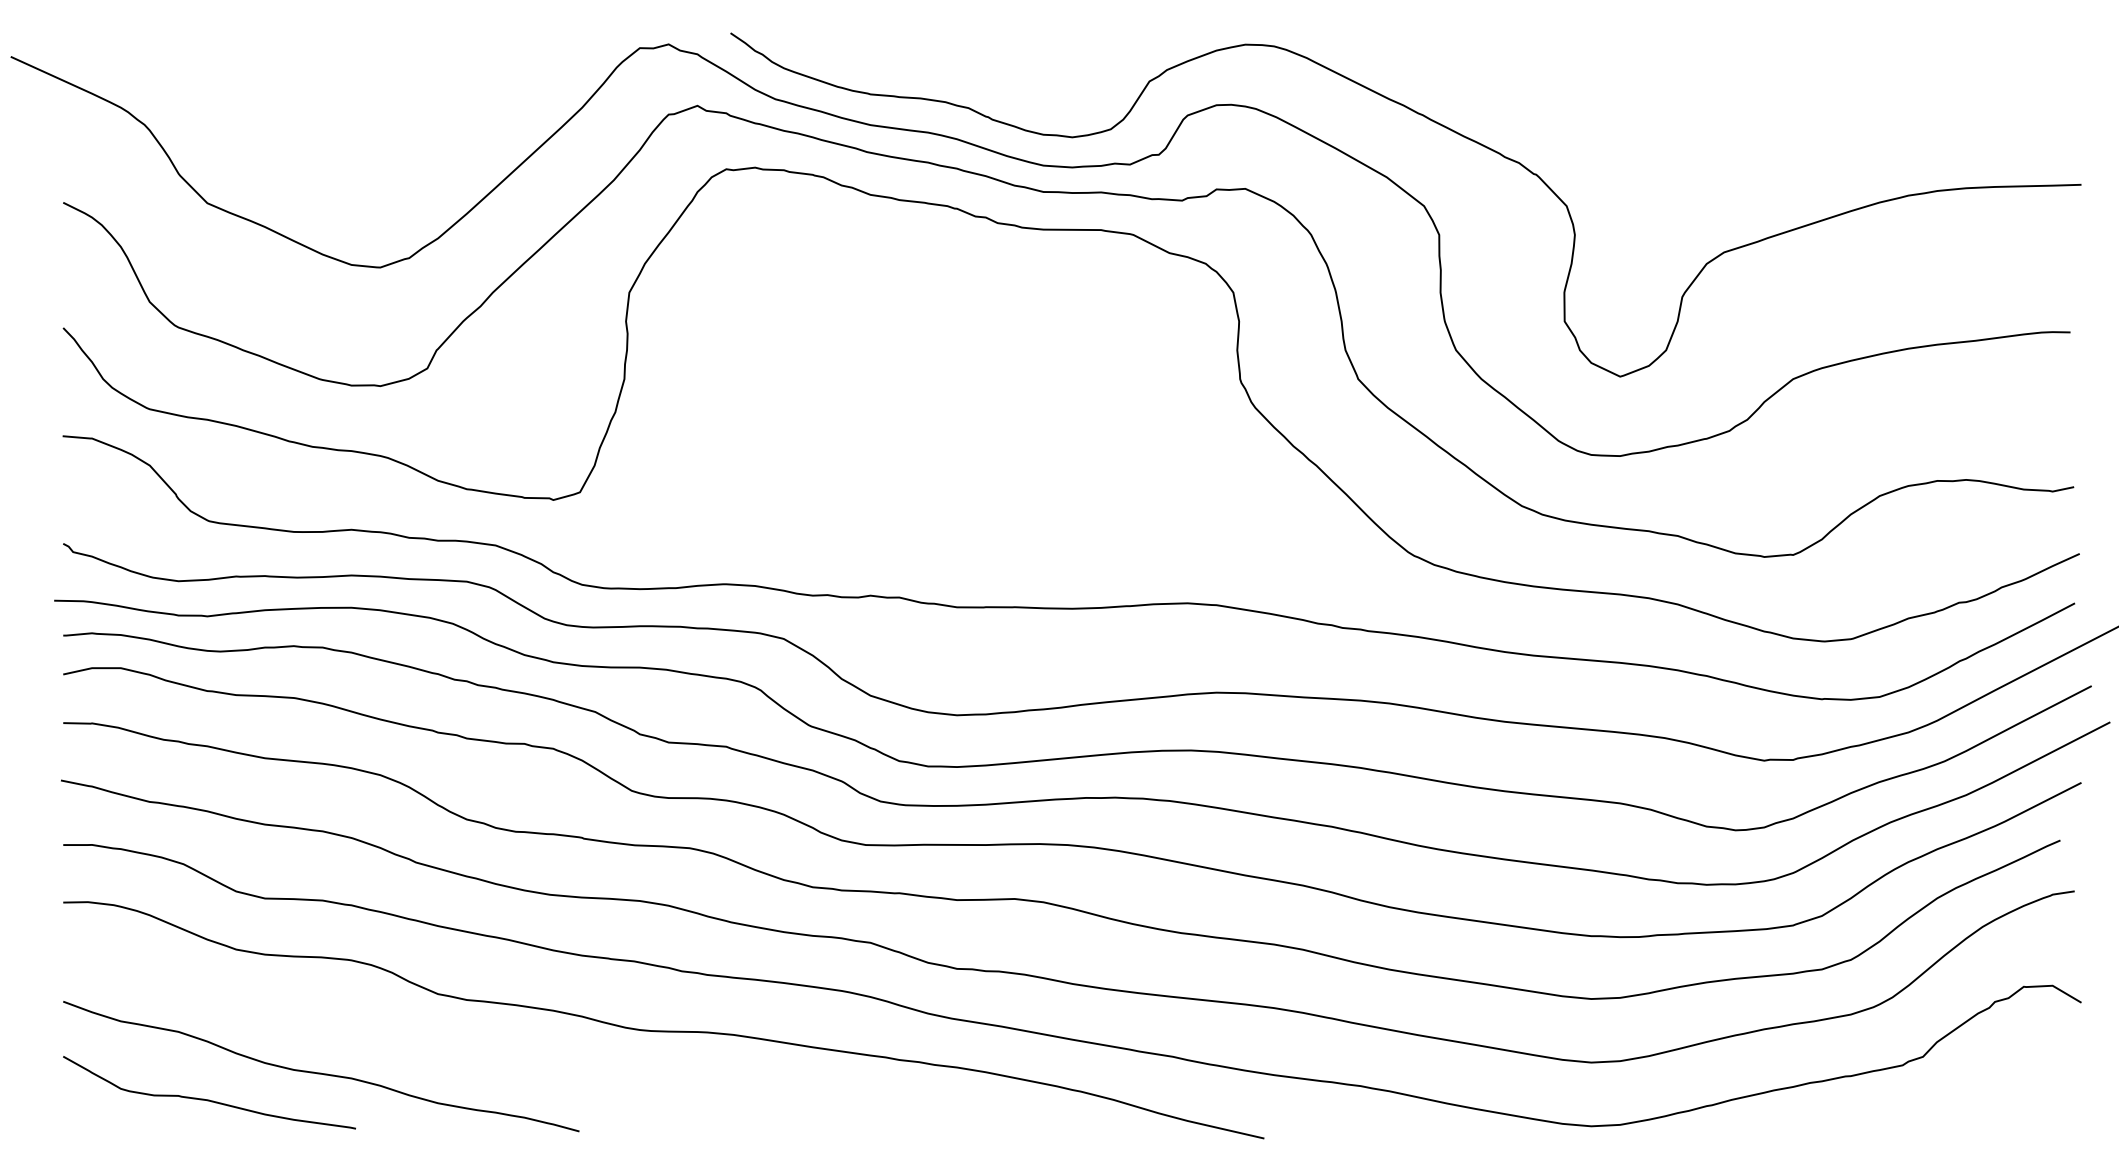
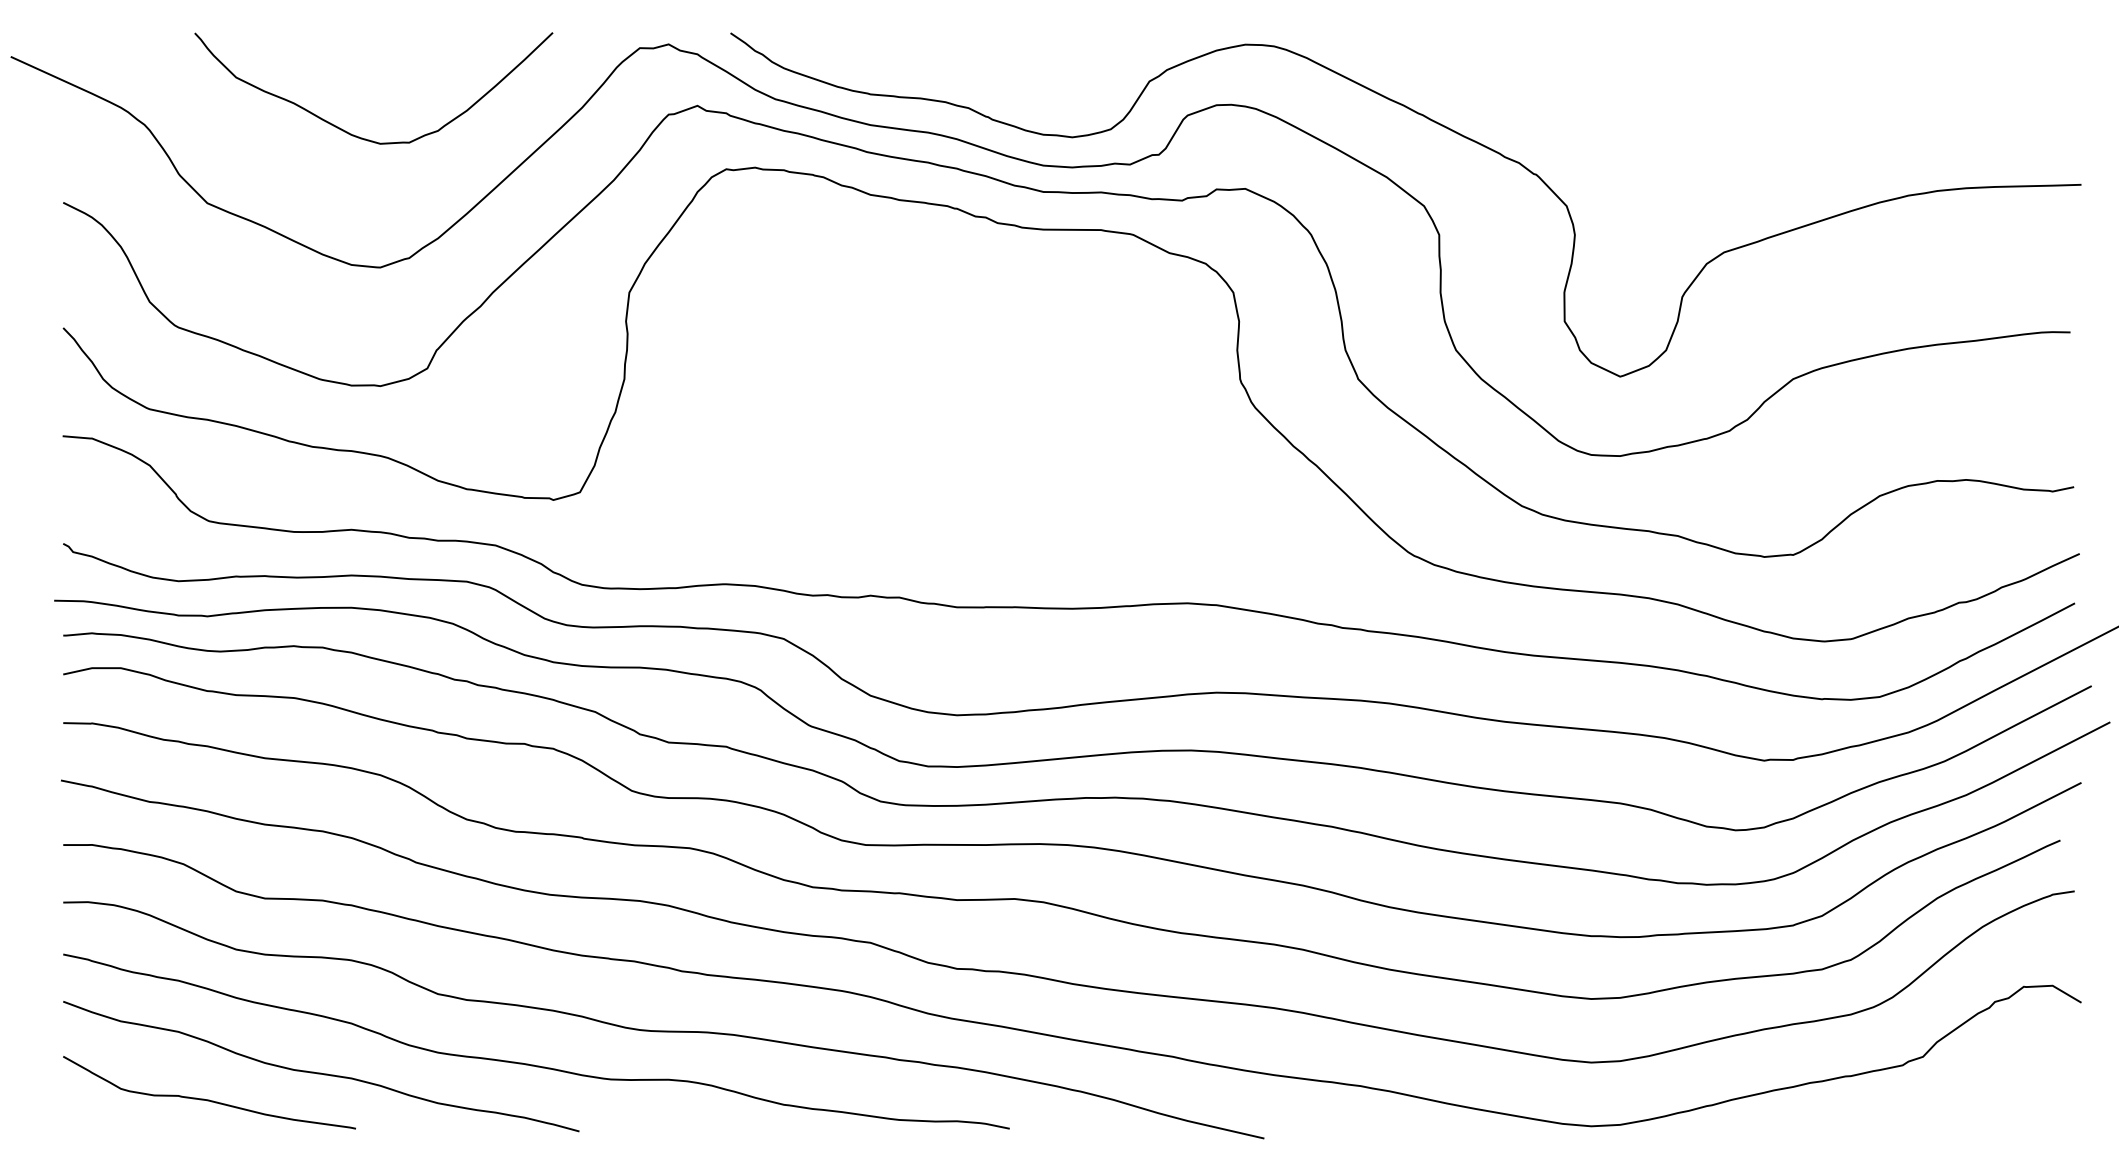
curve at (356, 135): none -> present
curve at (534, 1064): none -> present
